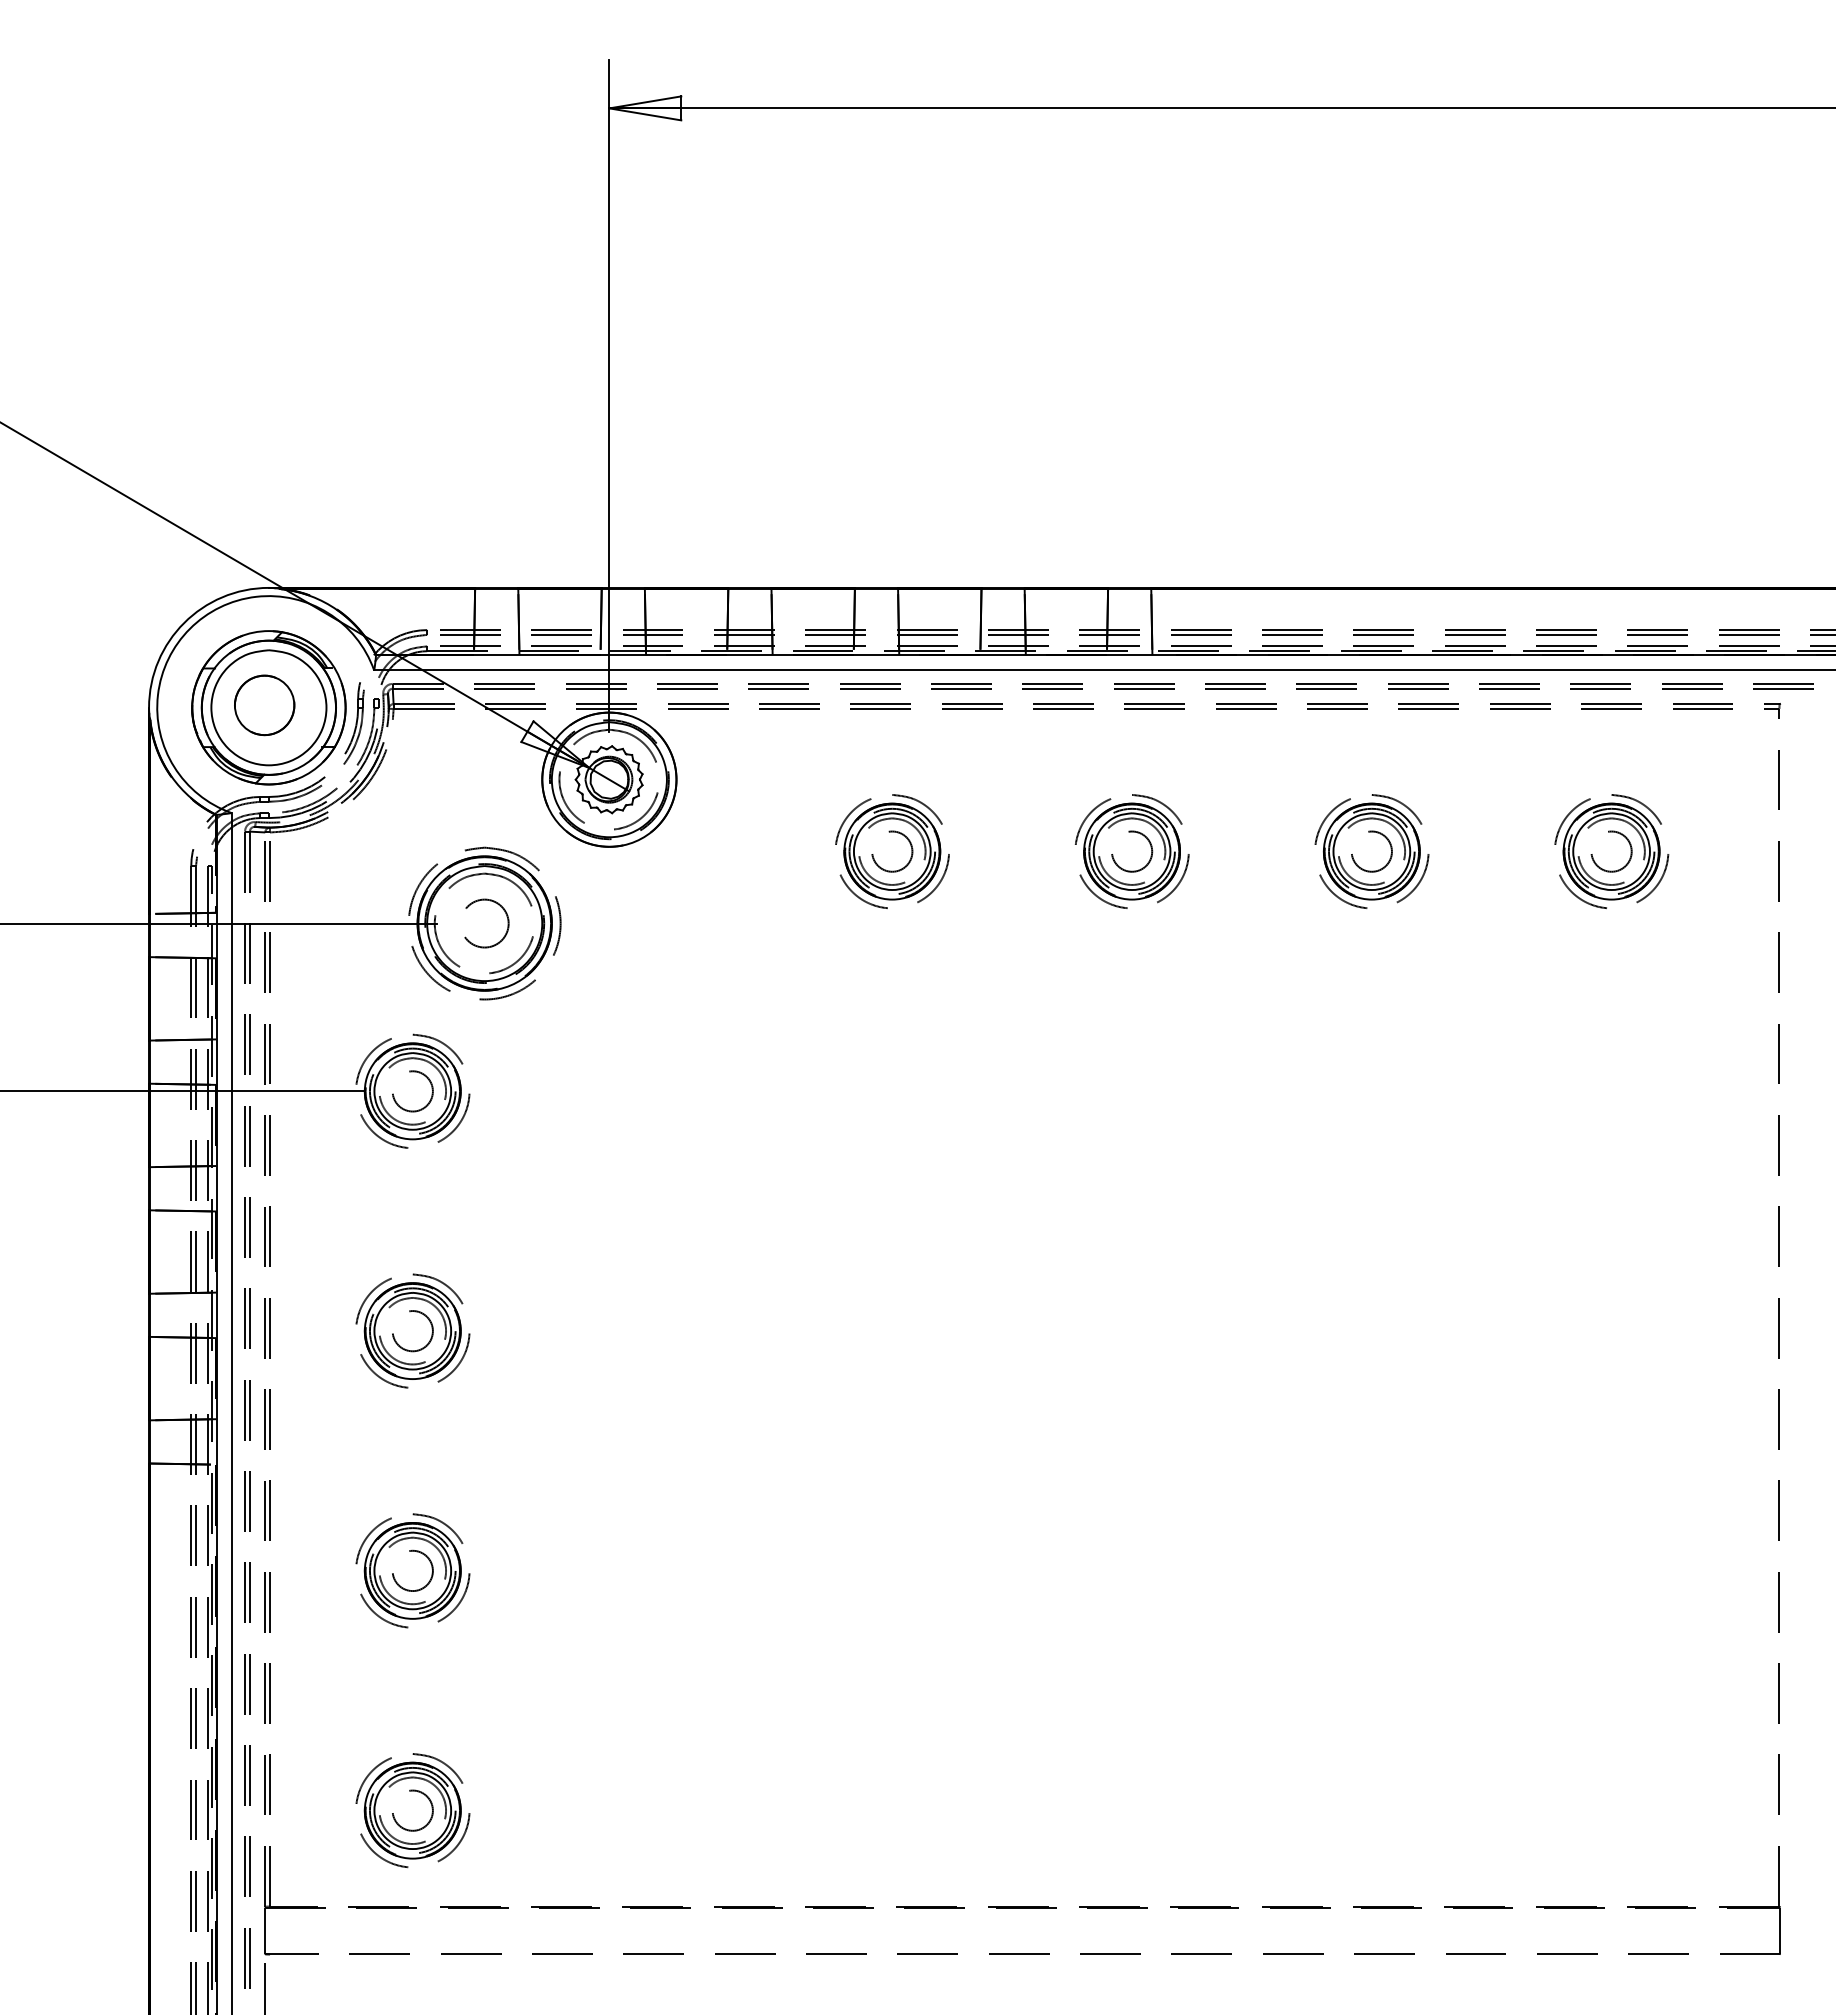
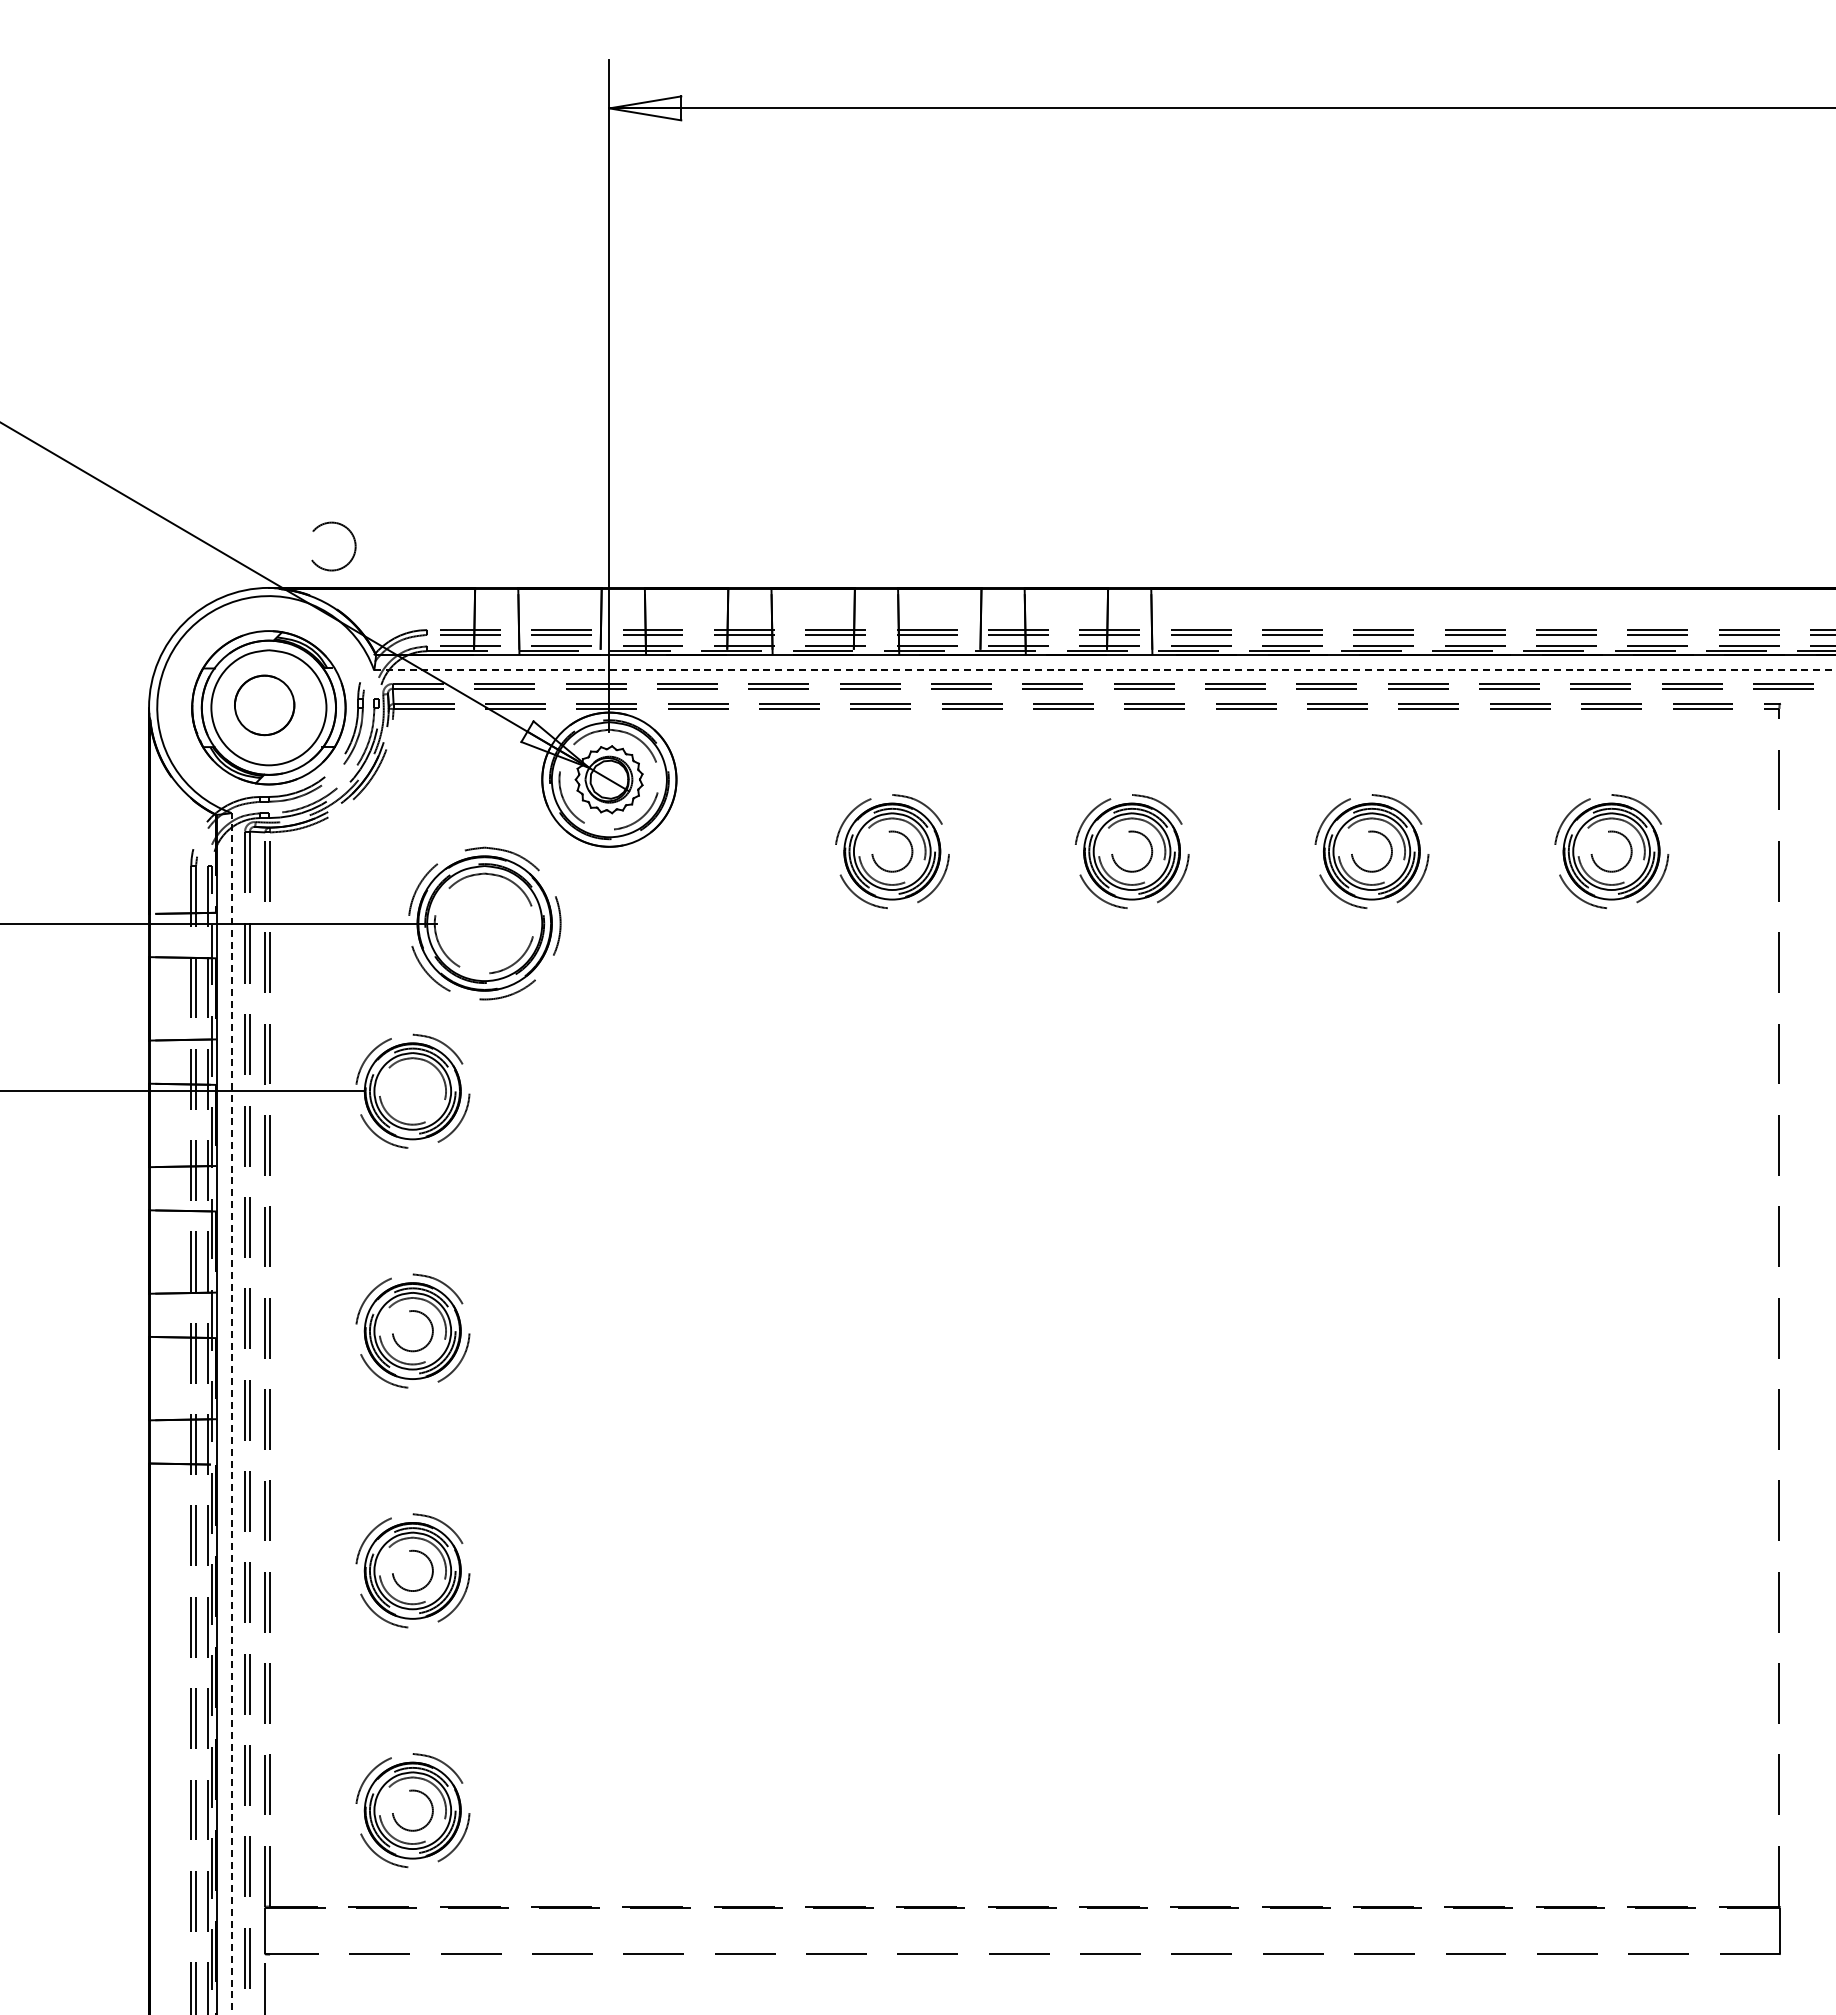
line at (1104, 670): solid -> dashed
circle at (486, 923) position: (486, 923) -> (333, 546)
circle at (412, 1091): present -> none
line at (231, 1413): solid -> dashed
